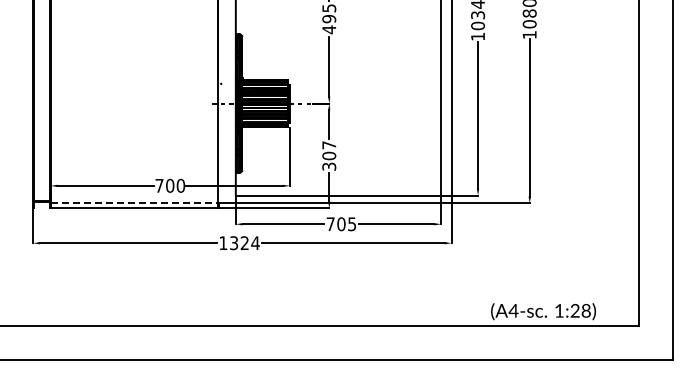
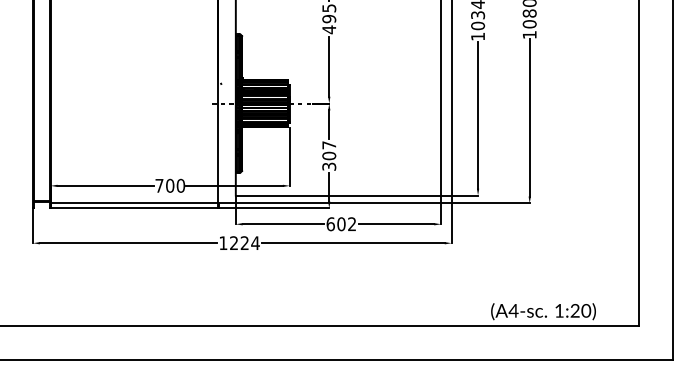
line at (134, 203): dashed -> solid
text at (341, 224): 705 -> 602
text at (234, 243): 1324 -> 1224
text at (586, 311): 1:28) -> 1:20)
